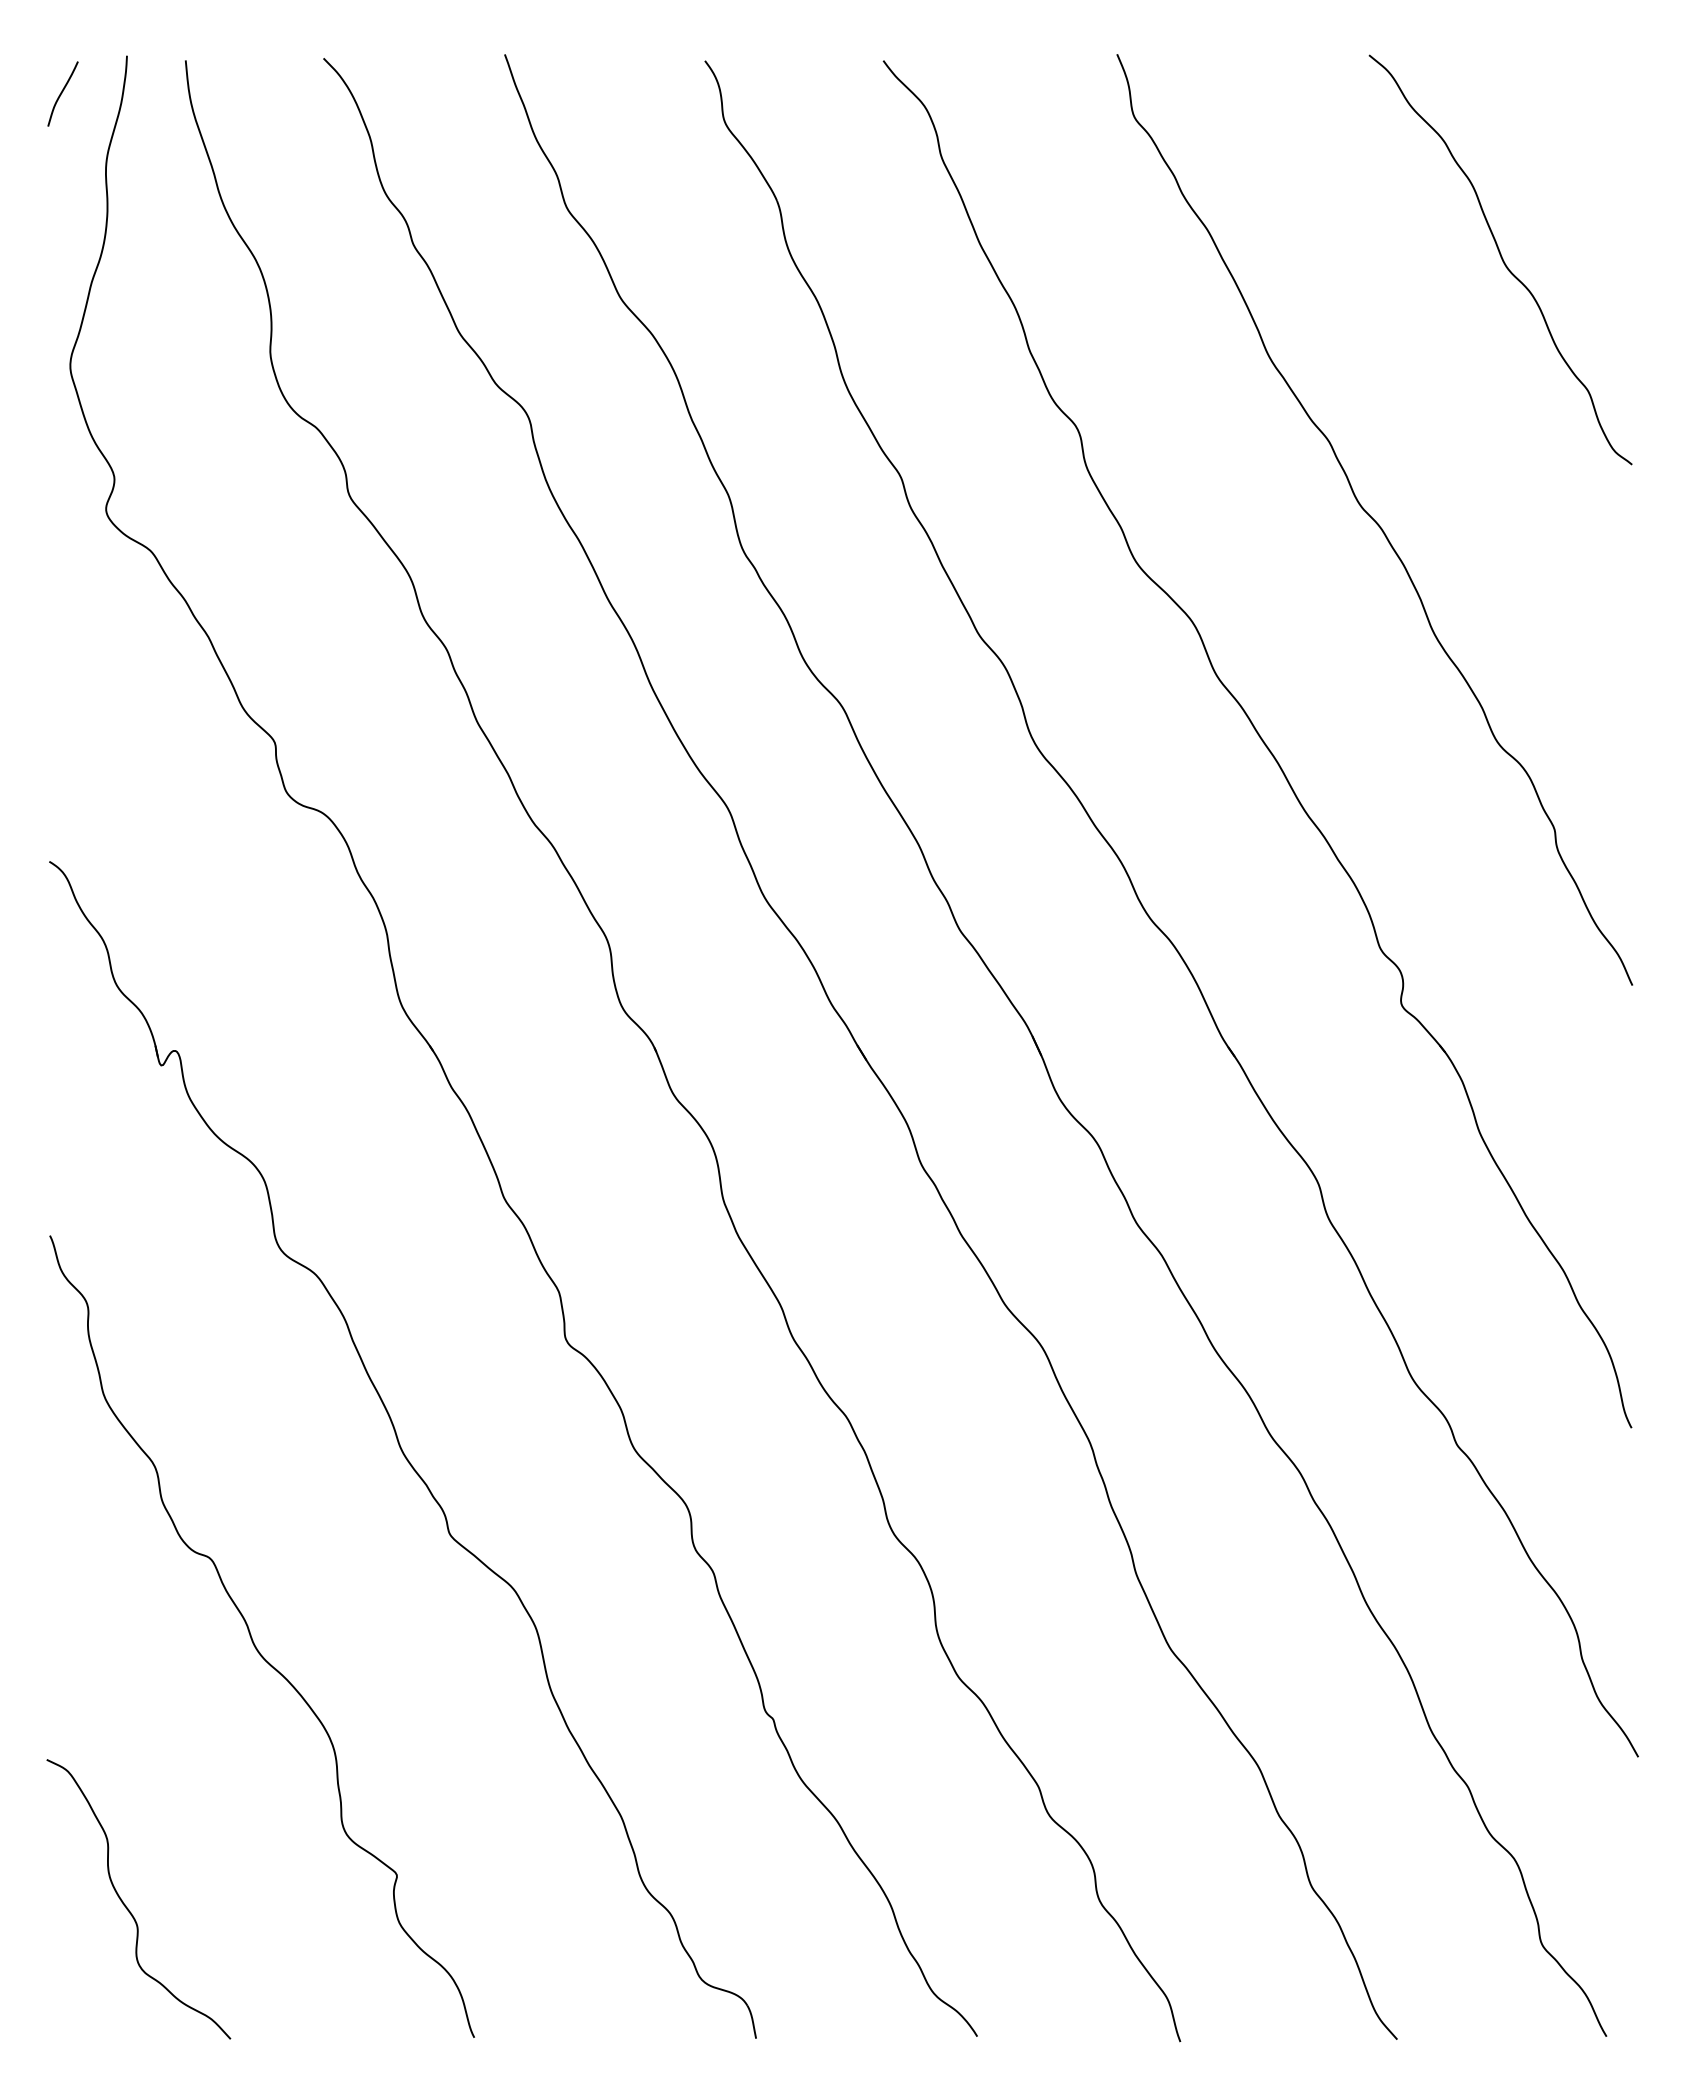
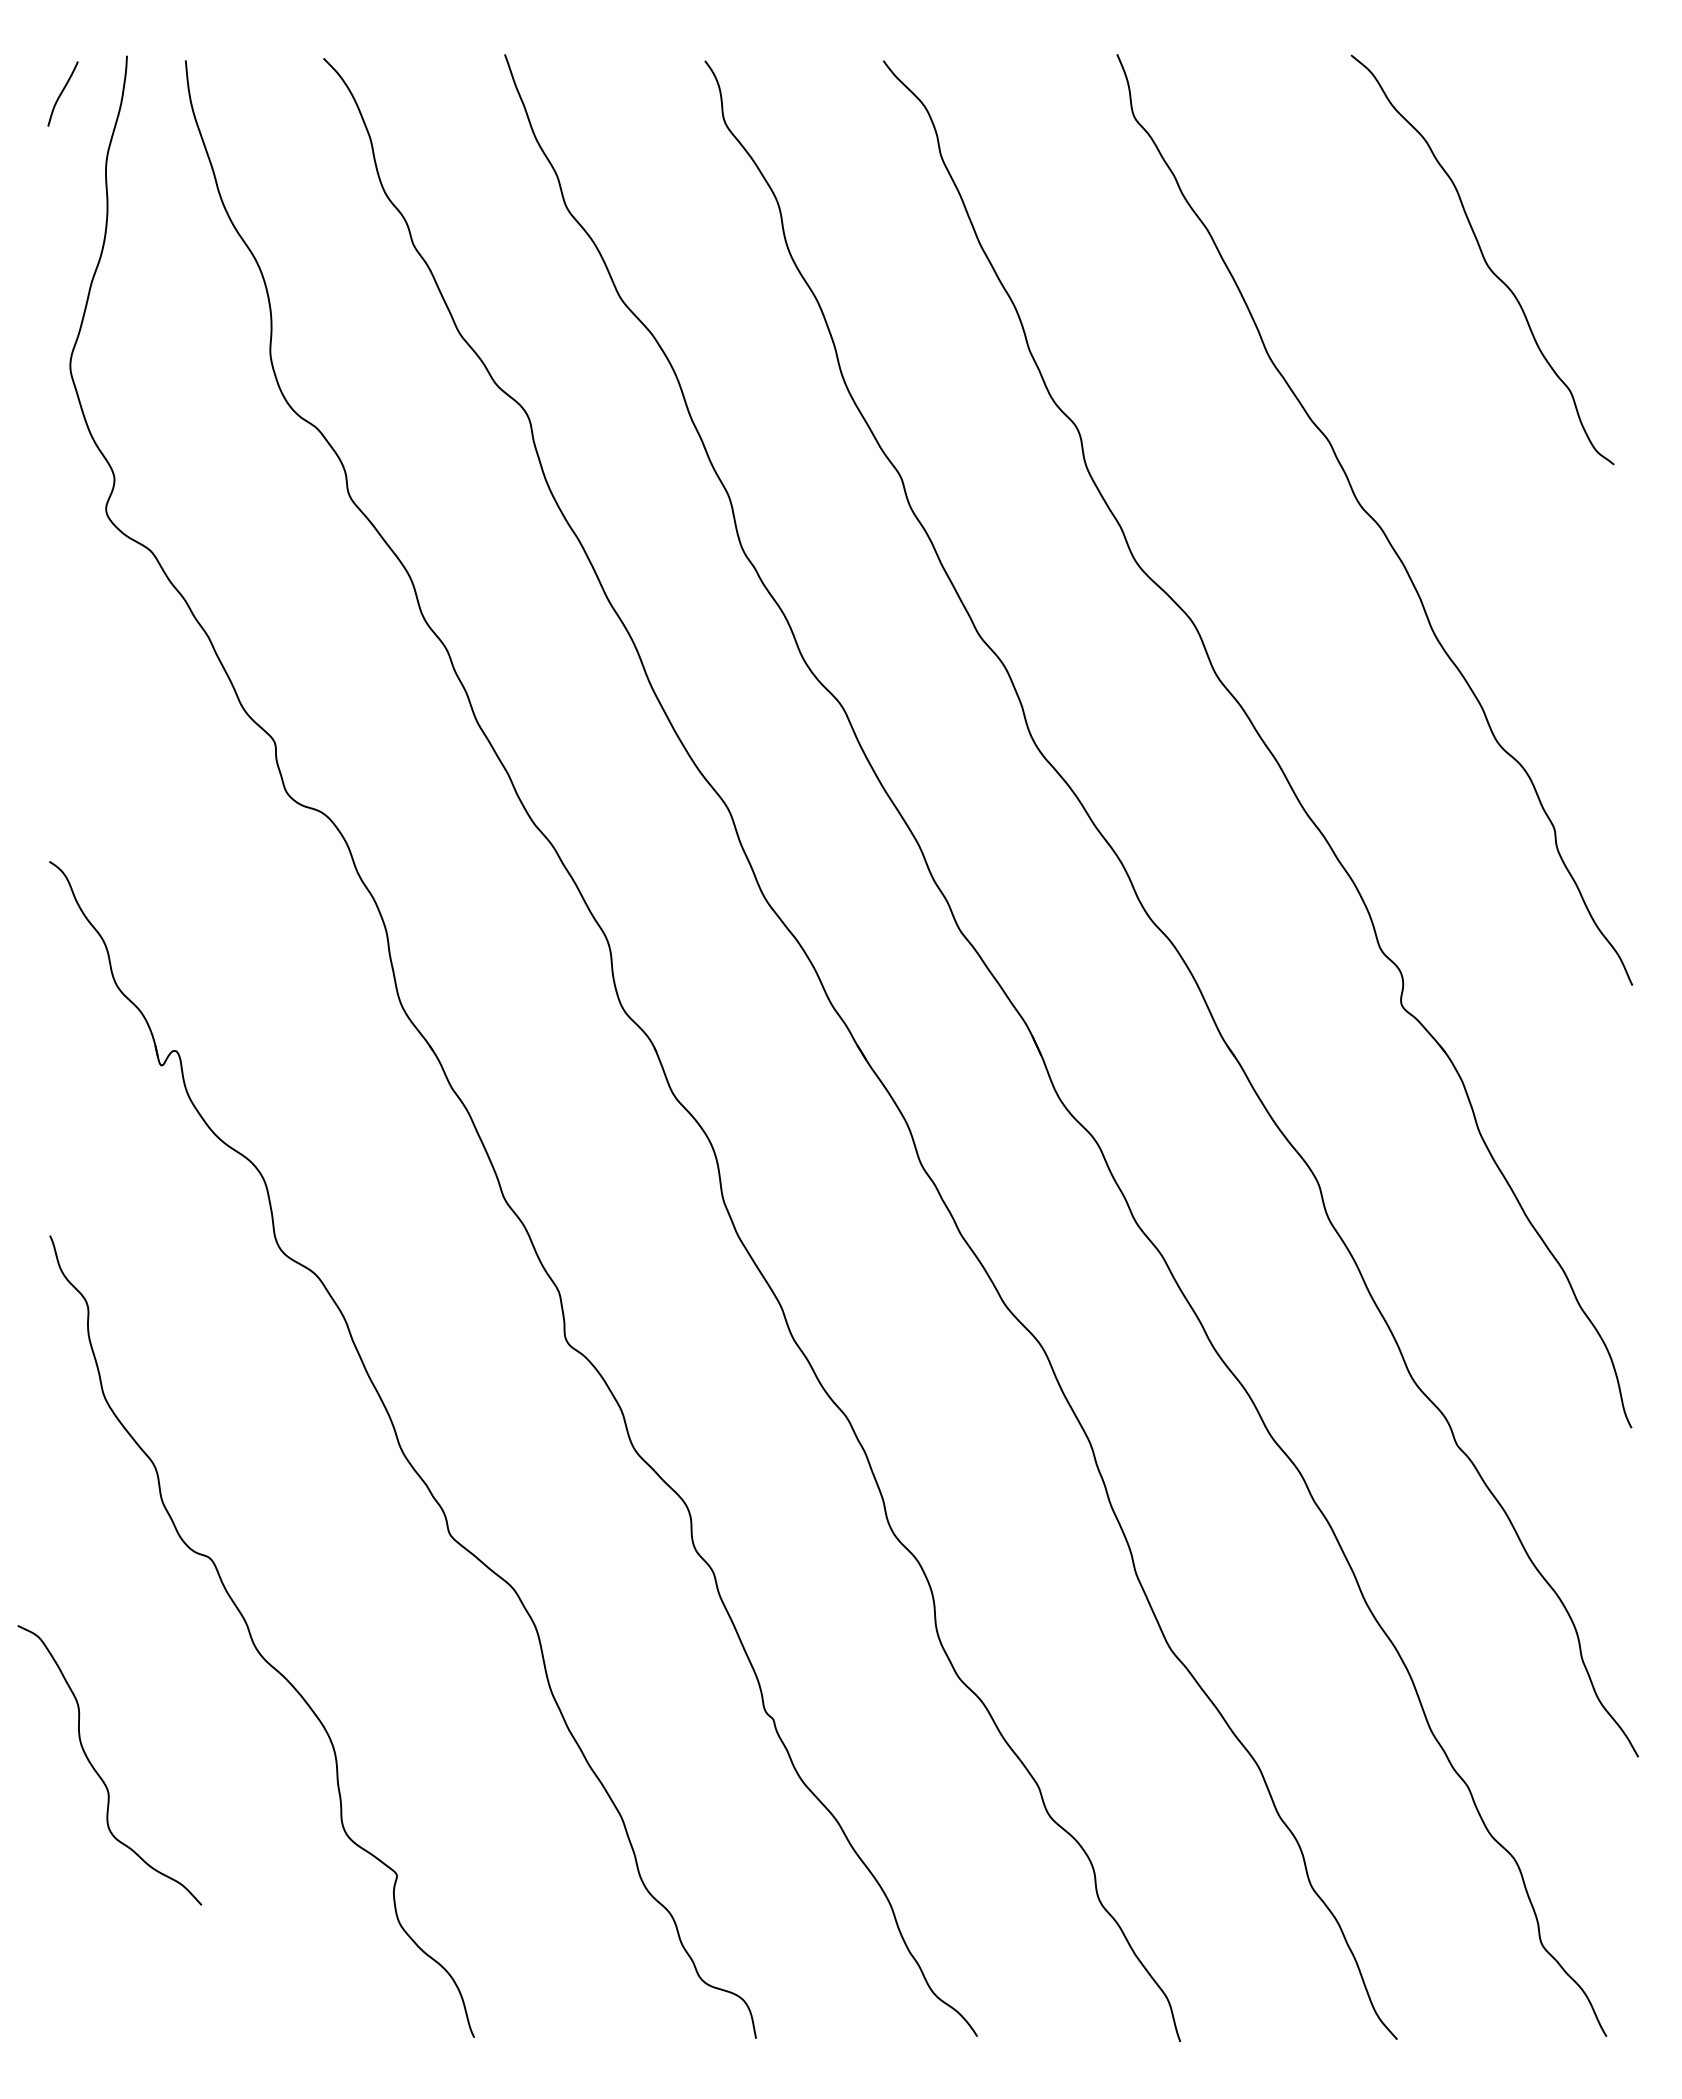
curve at (1501, 259) position: (1501, 259) -> (1483, 259)
curve at (126, 1905) position: (126, 1905) -> (97, 1771)
